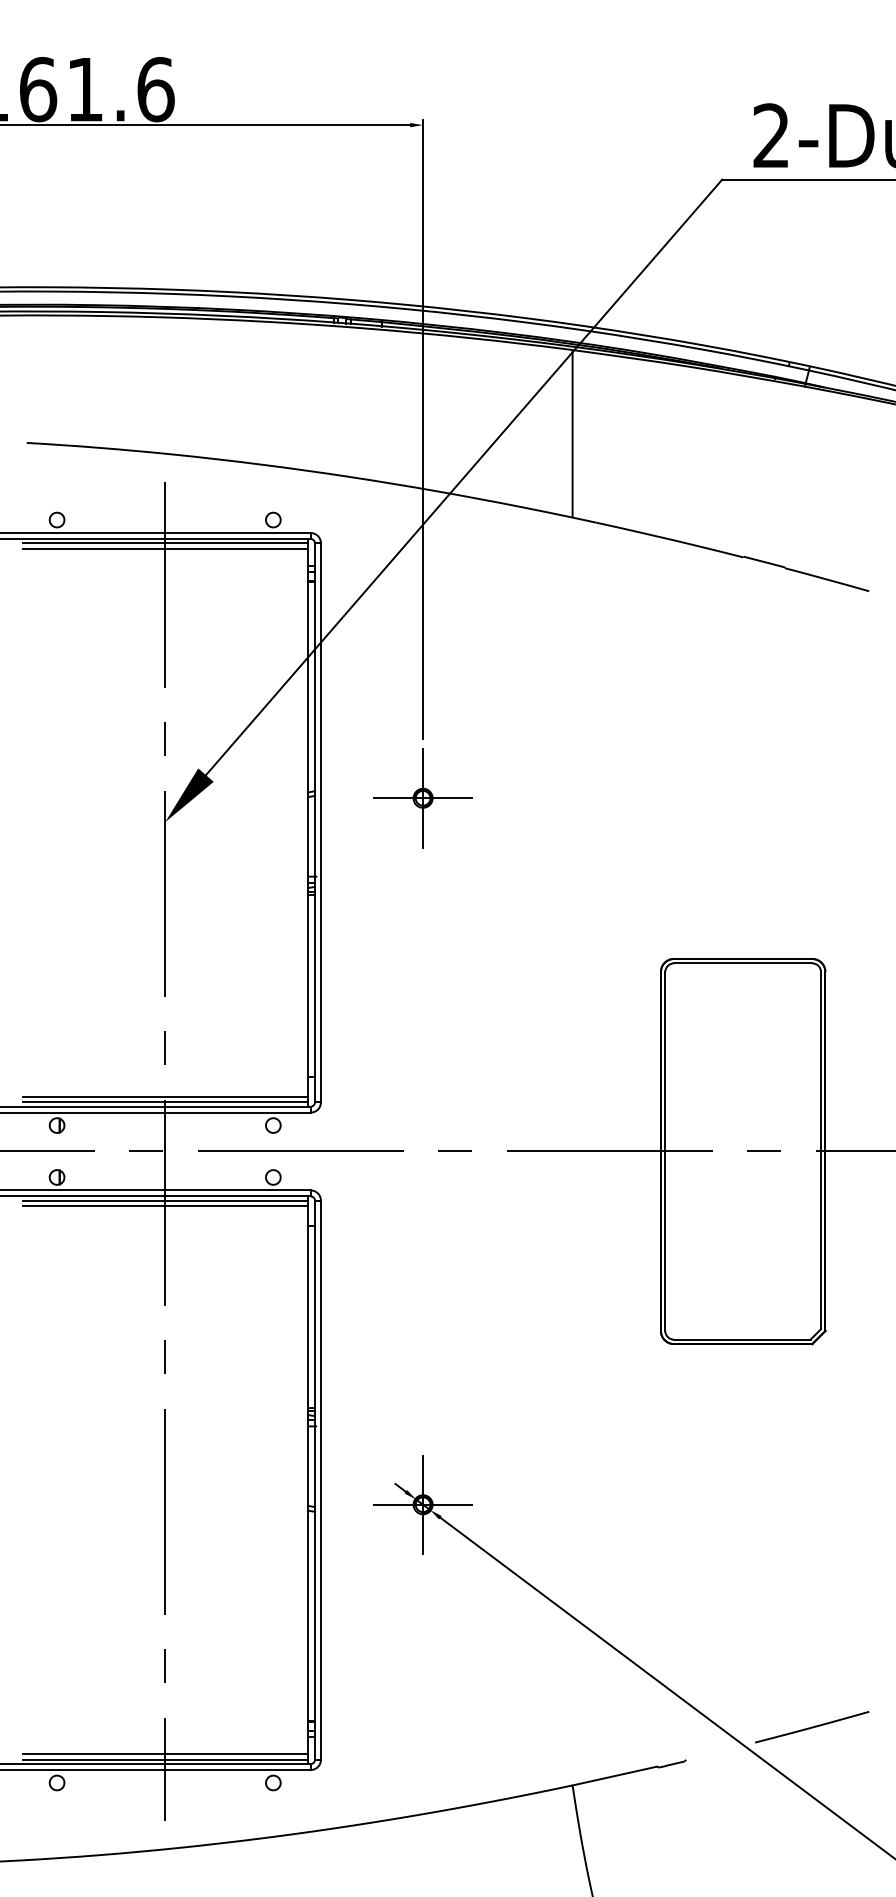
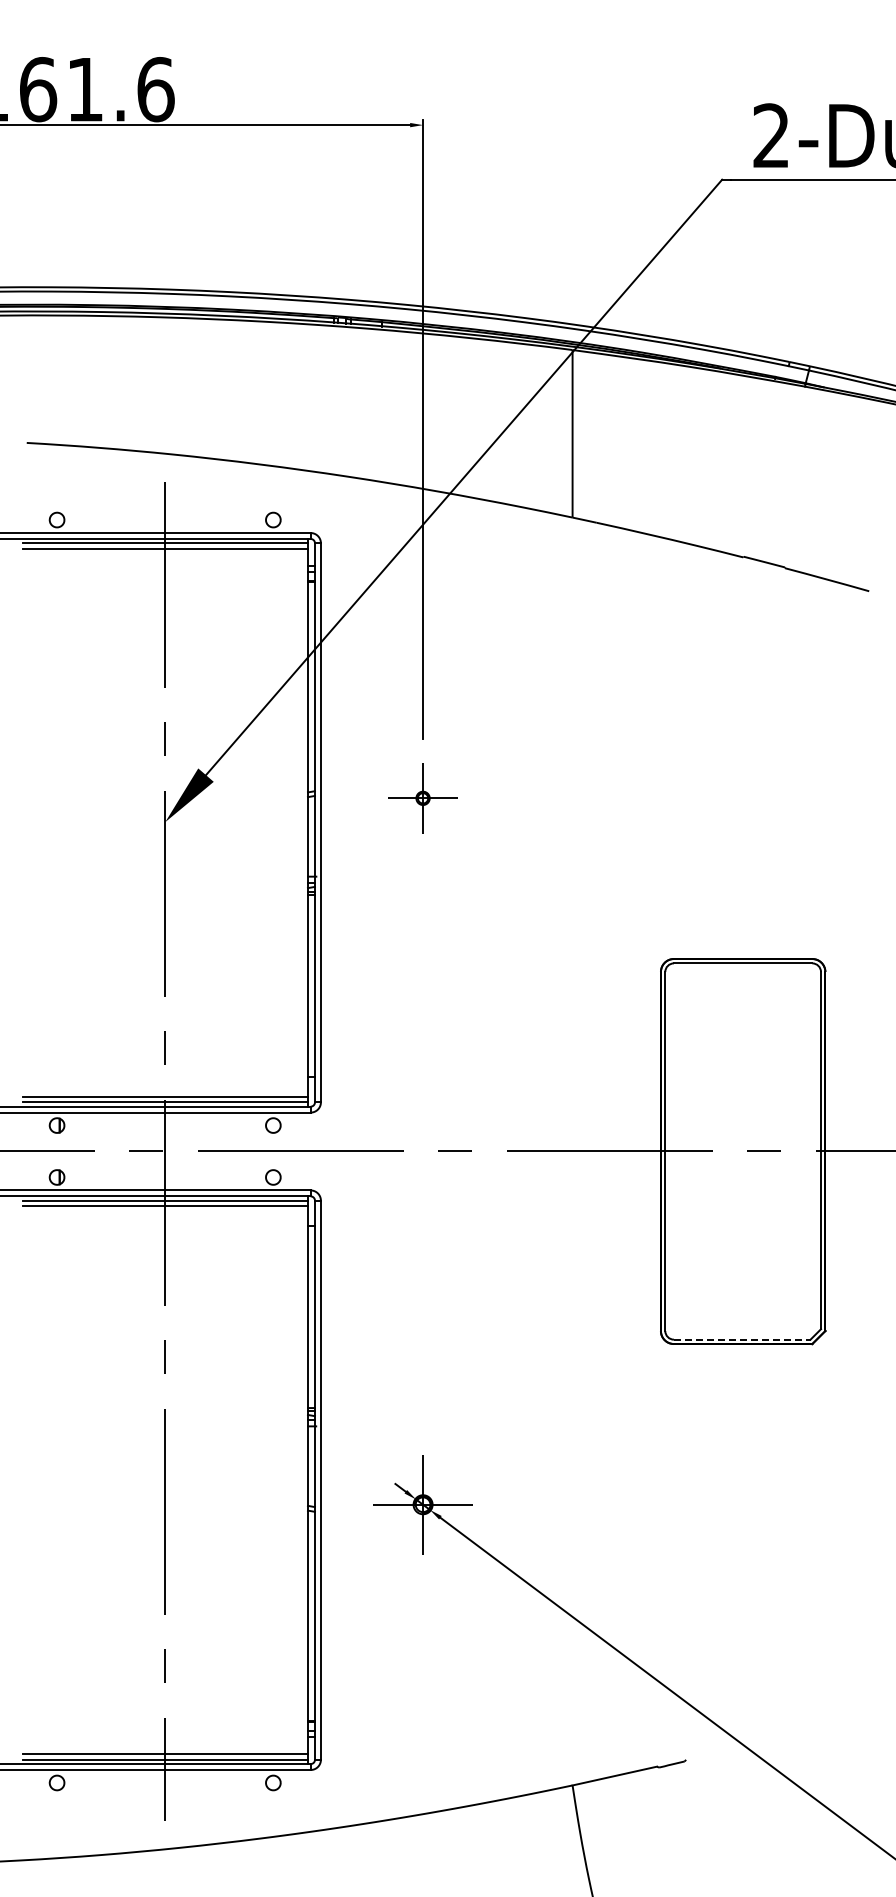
part at (422, 798) size: 100x101 px -> 70x71 px
line at (742, 1339): solid -> dashed
line at (812, 1727): present -> none
